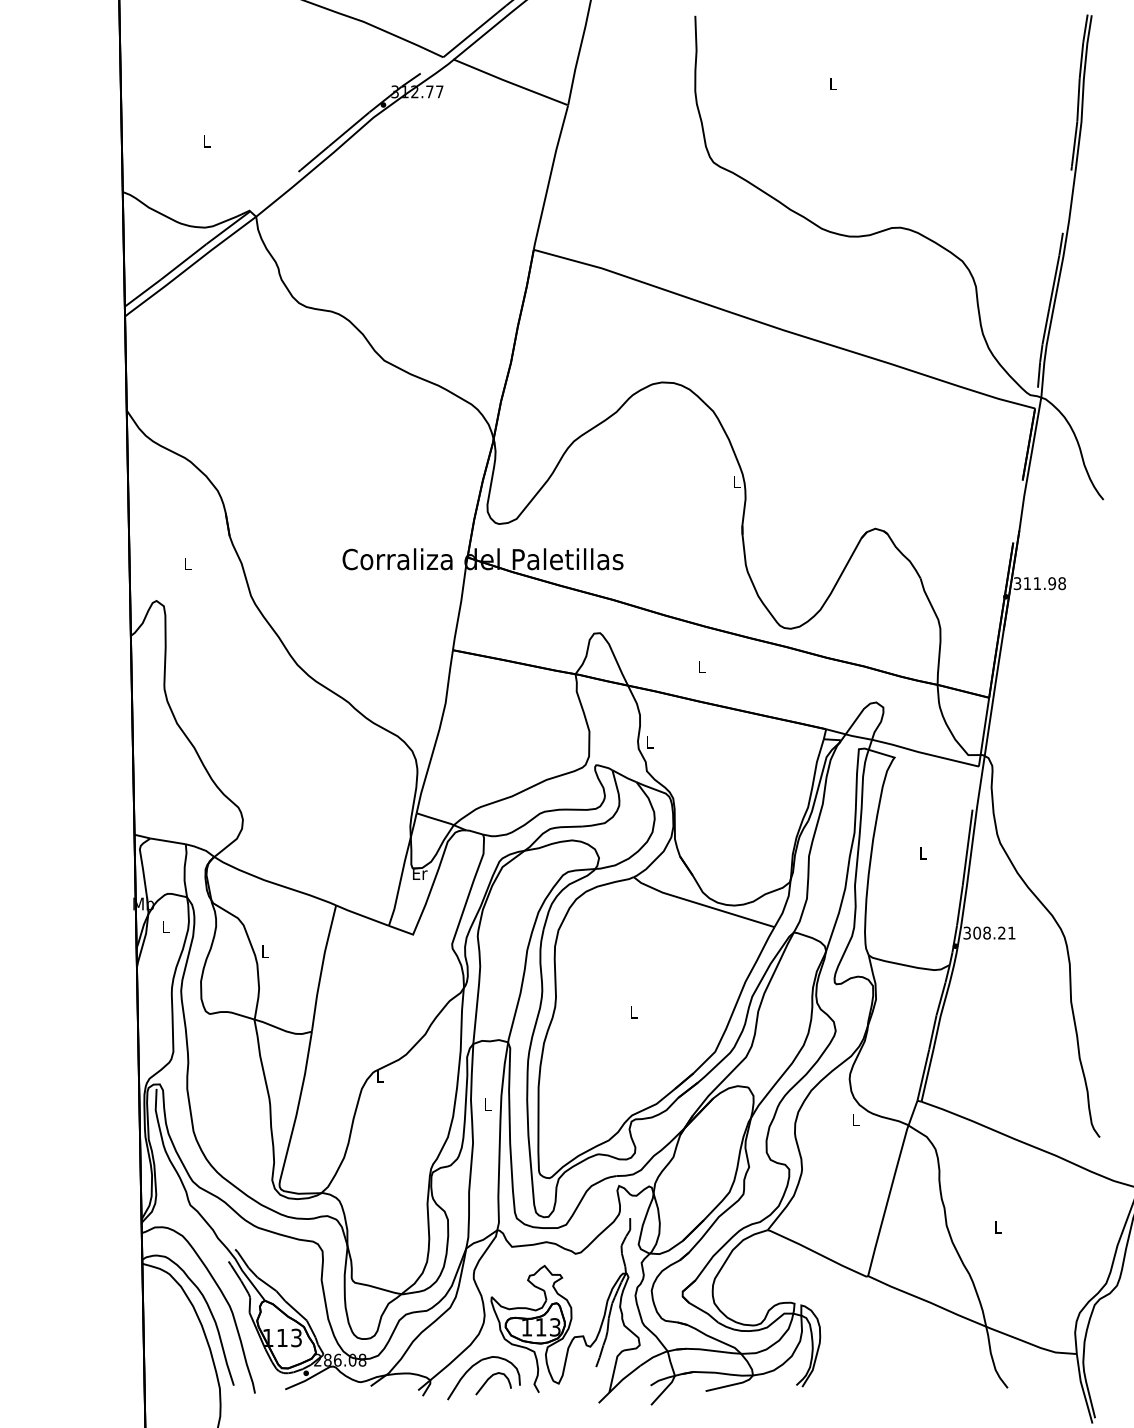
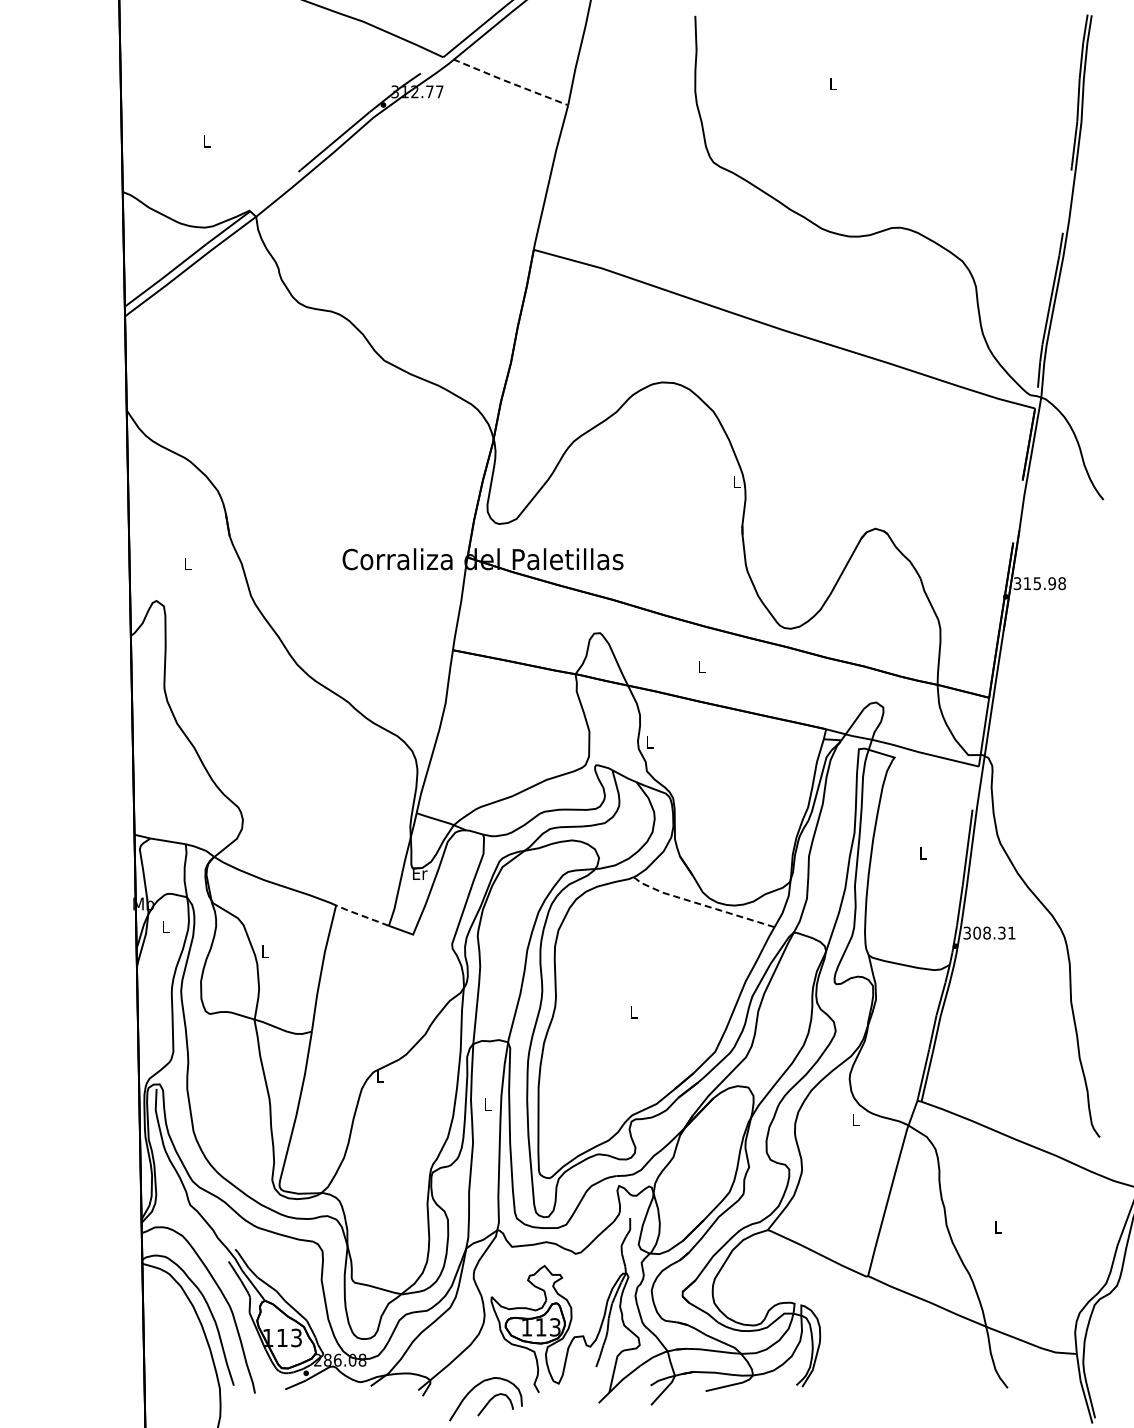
line at (509, 82): solid -> dashed
text at (1036, 583): 311.98 -> 315.98
line at (701, 904): solid -> dashed
line at (361, 915): solid -> dashed
text at (1001, 933): 308.21 -> 308.31
part at (483, 1378) position: (483, 1378) -> (485, 1399)
